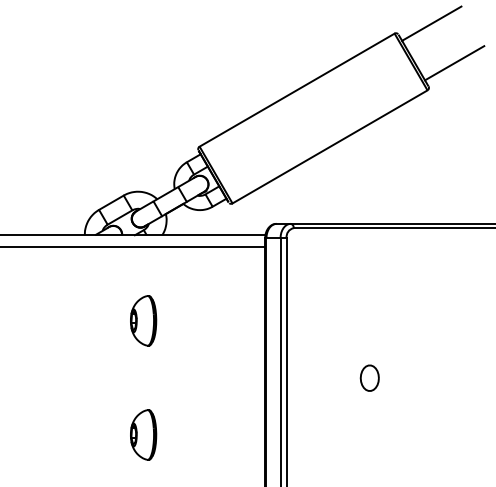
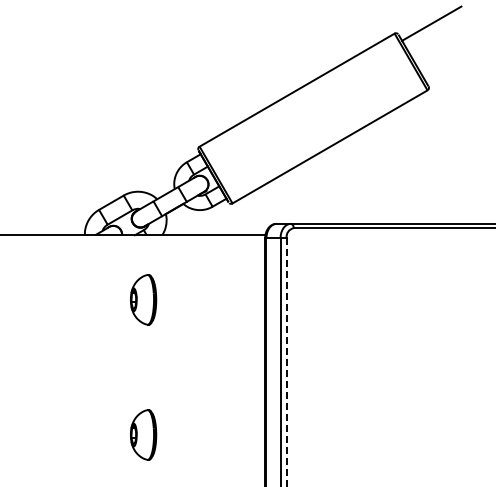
line at (454, 63): present -> none
line at (133, 246): present -> none
part at (143, 320) position: (143, 320) -> (143, 299)
line at (286, 362): solid -> dashed
part at (369, 377): present -> none
